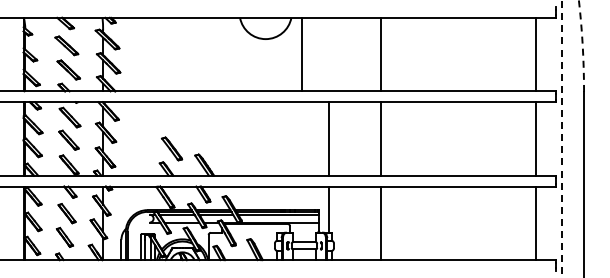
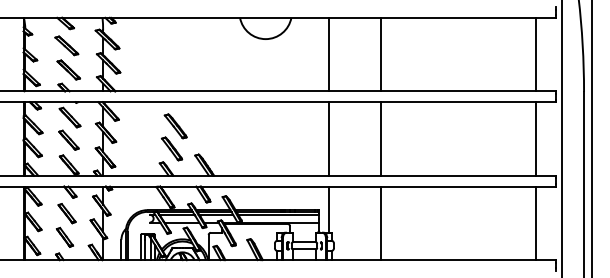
arc at (582, 45): dashed -> solid
line at (302, 54) position: (302, 54) -> (329, 54)
part at (175, 126): none -> present
line at (562, 138): dashed -> solid
line at (591, 138): none -> present
